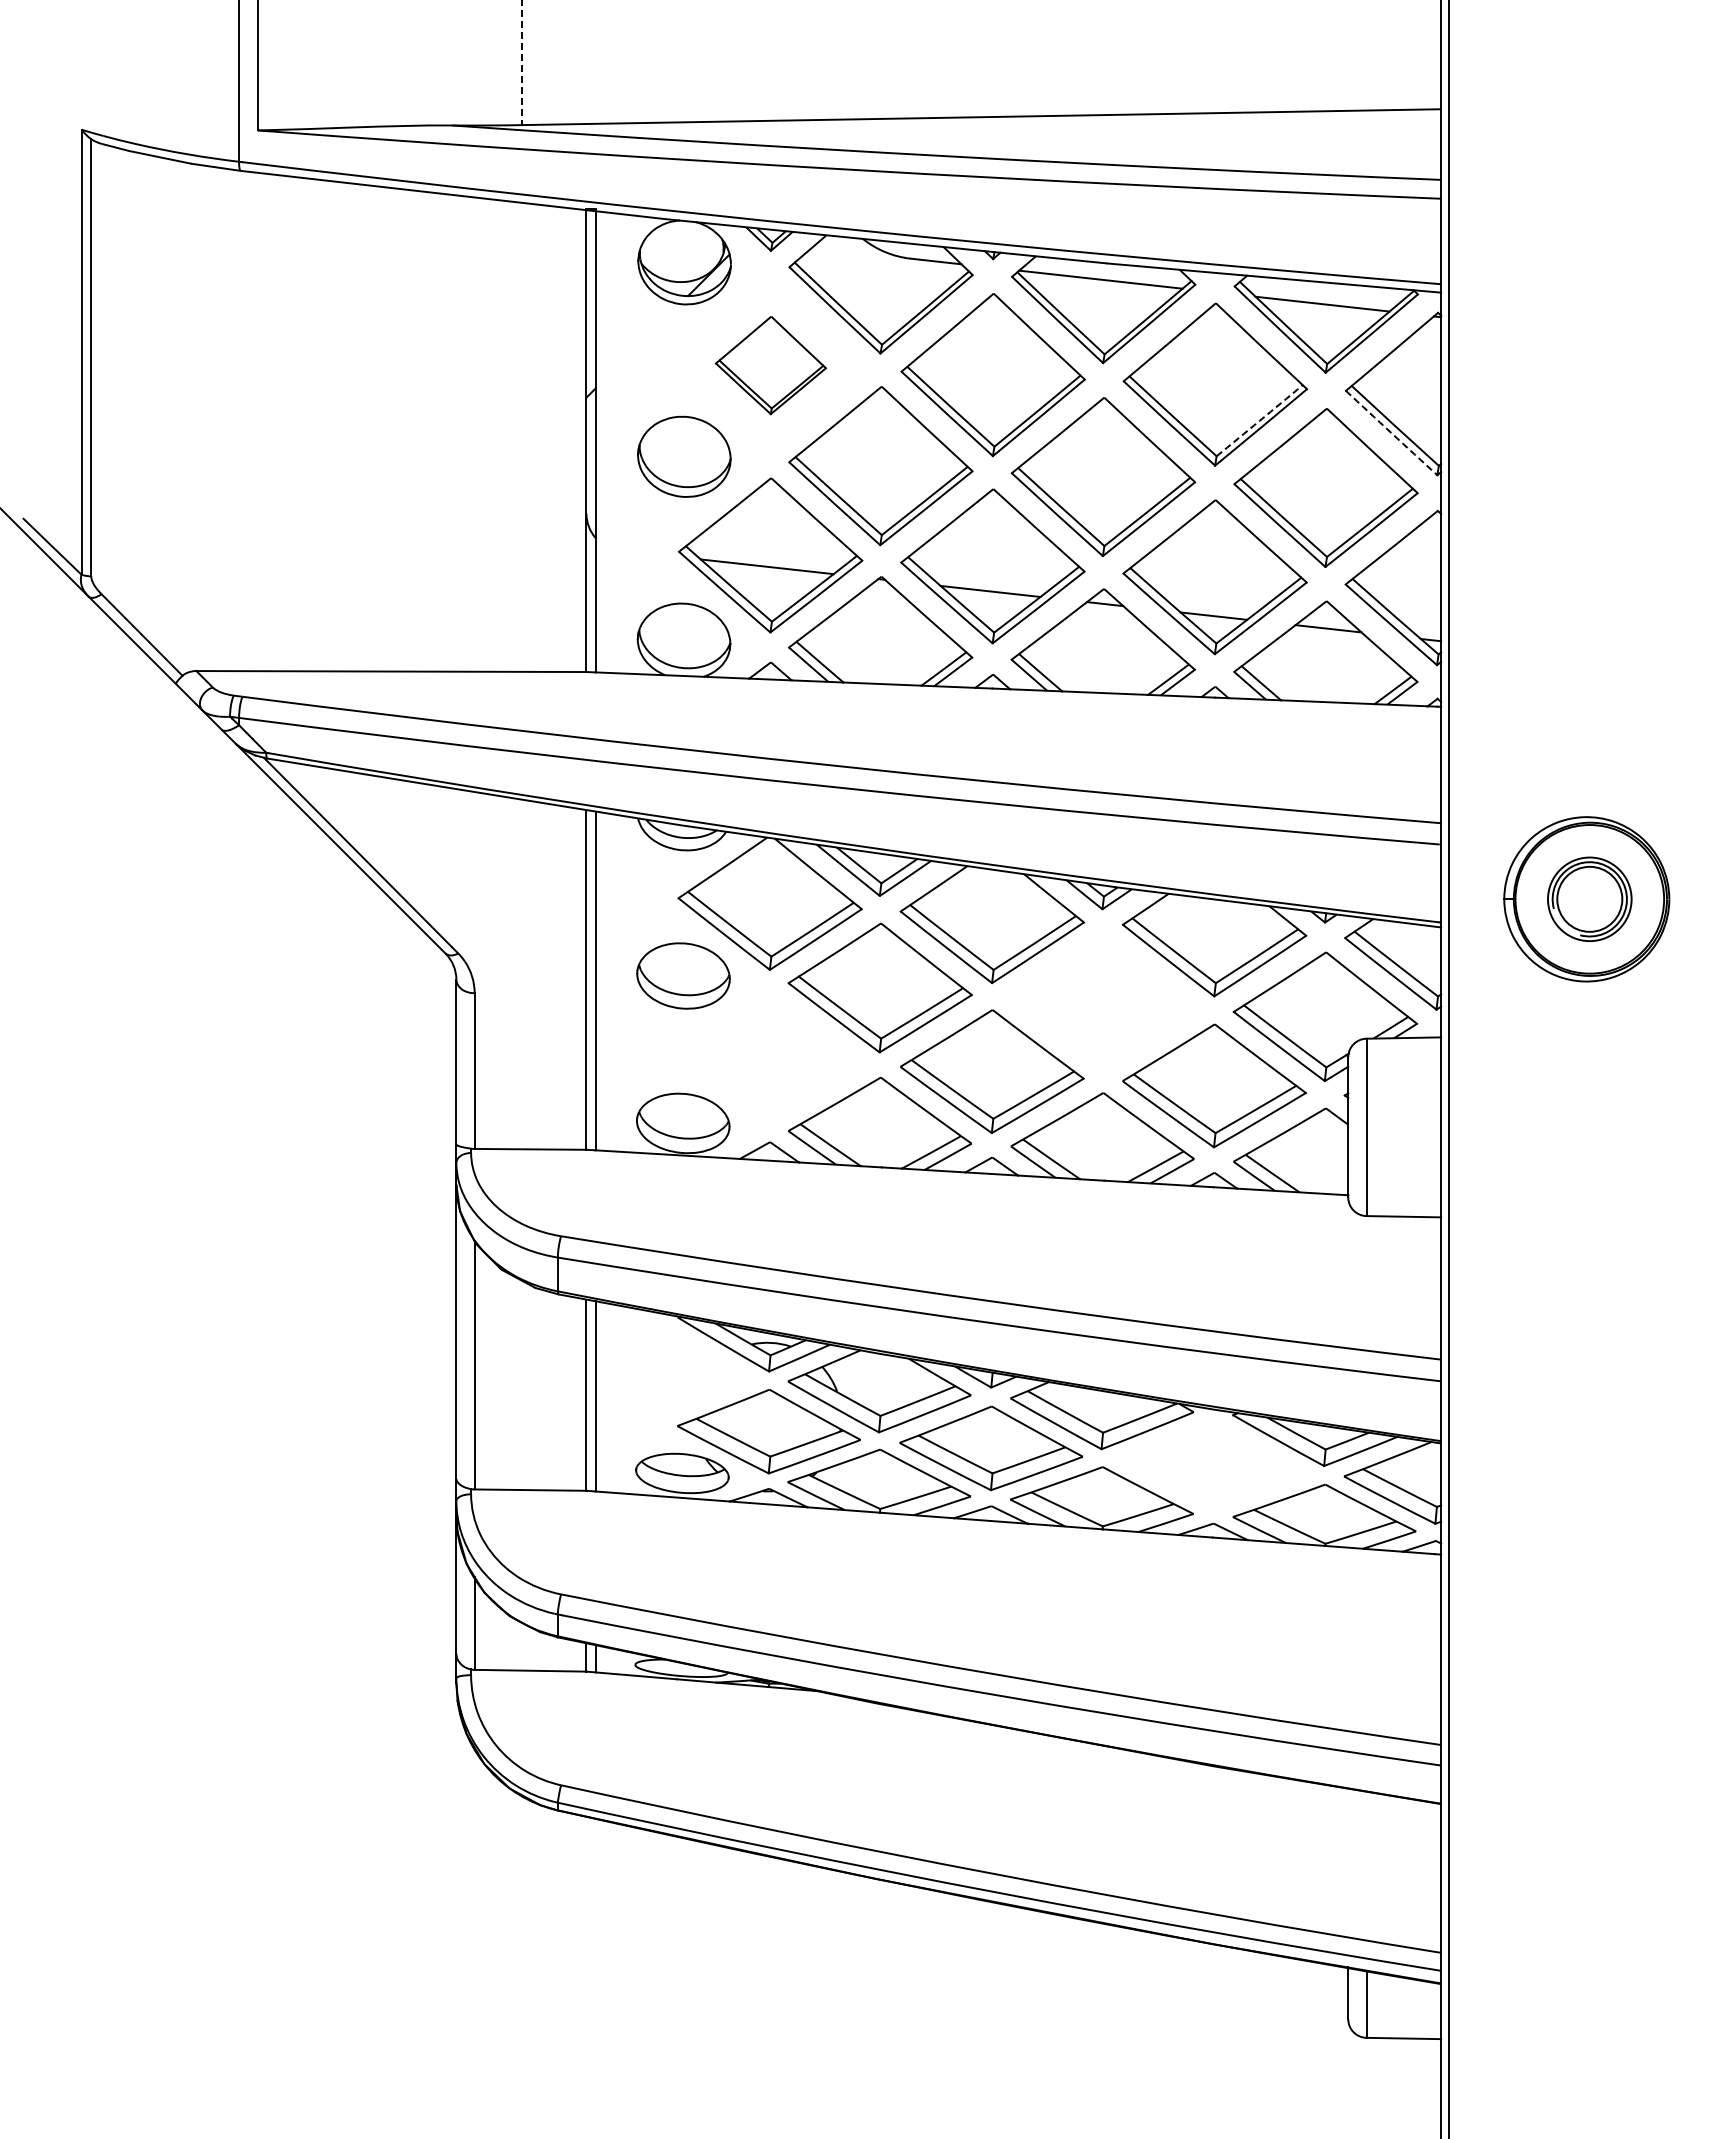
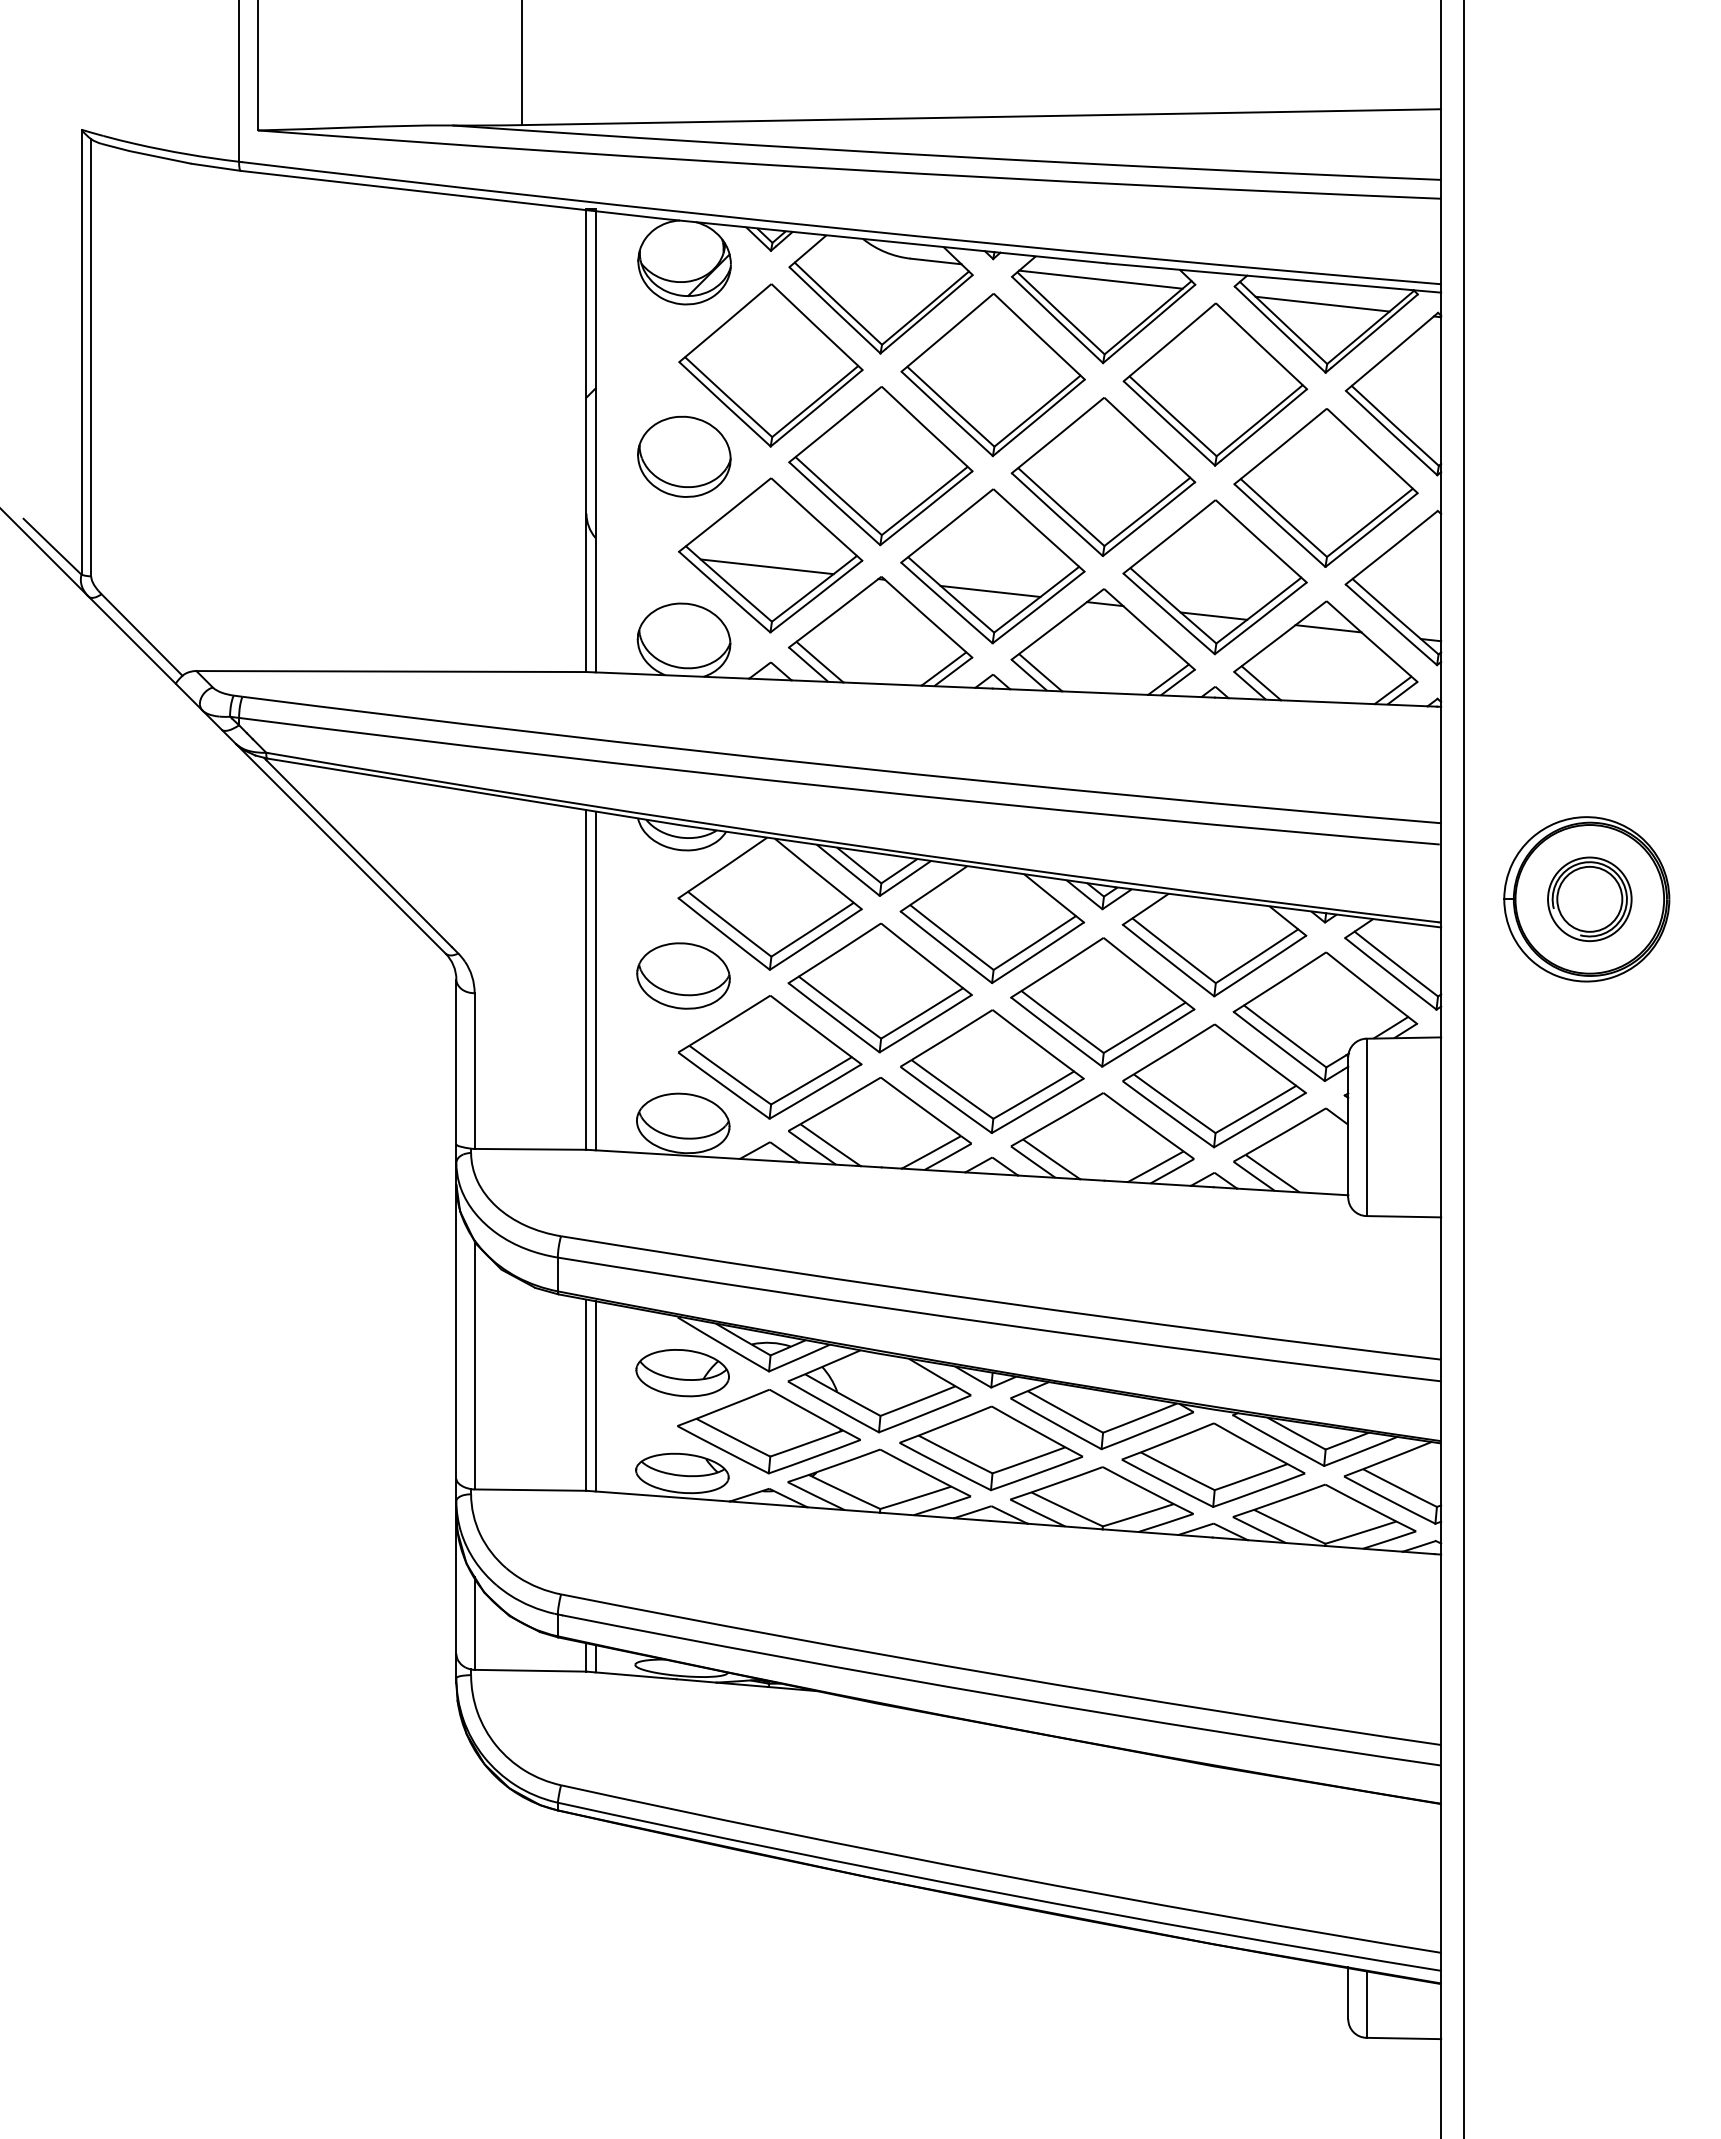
line at (521, 63): dashed -> solid
part at (770, 365) size: 113x100 px -> 186x165 px
arc at (1259, 420): dashed -> solid
arc at (1391, 433): dashed -> solid
part at (1102, 1002): none -> present
part at (770, 1057): none -> present
line at (1449, 1068) position: (1449, 1068) -> (1464, 1068)
part at (682, 1373): none -> present
part at (1213, 1464): none -> present
